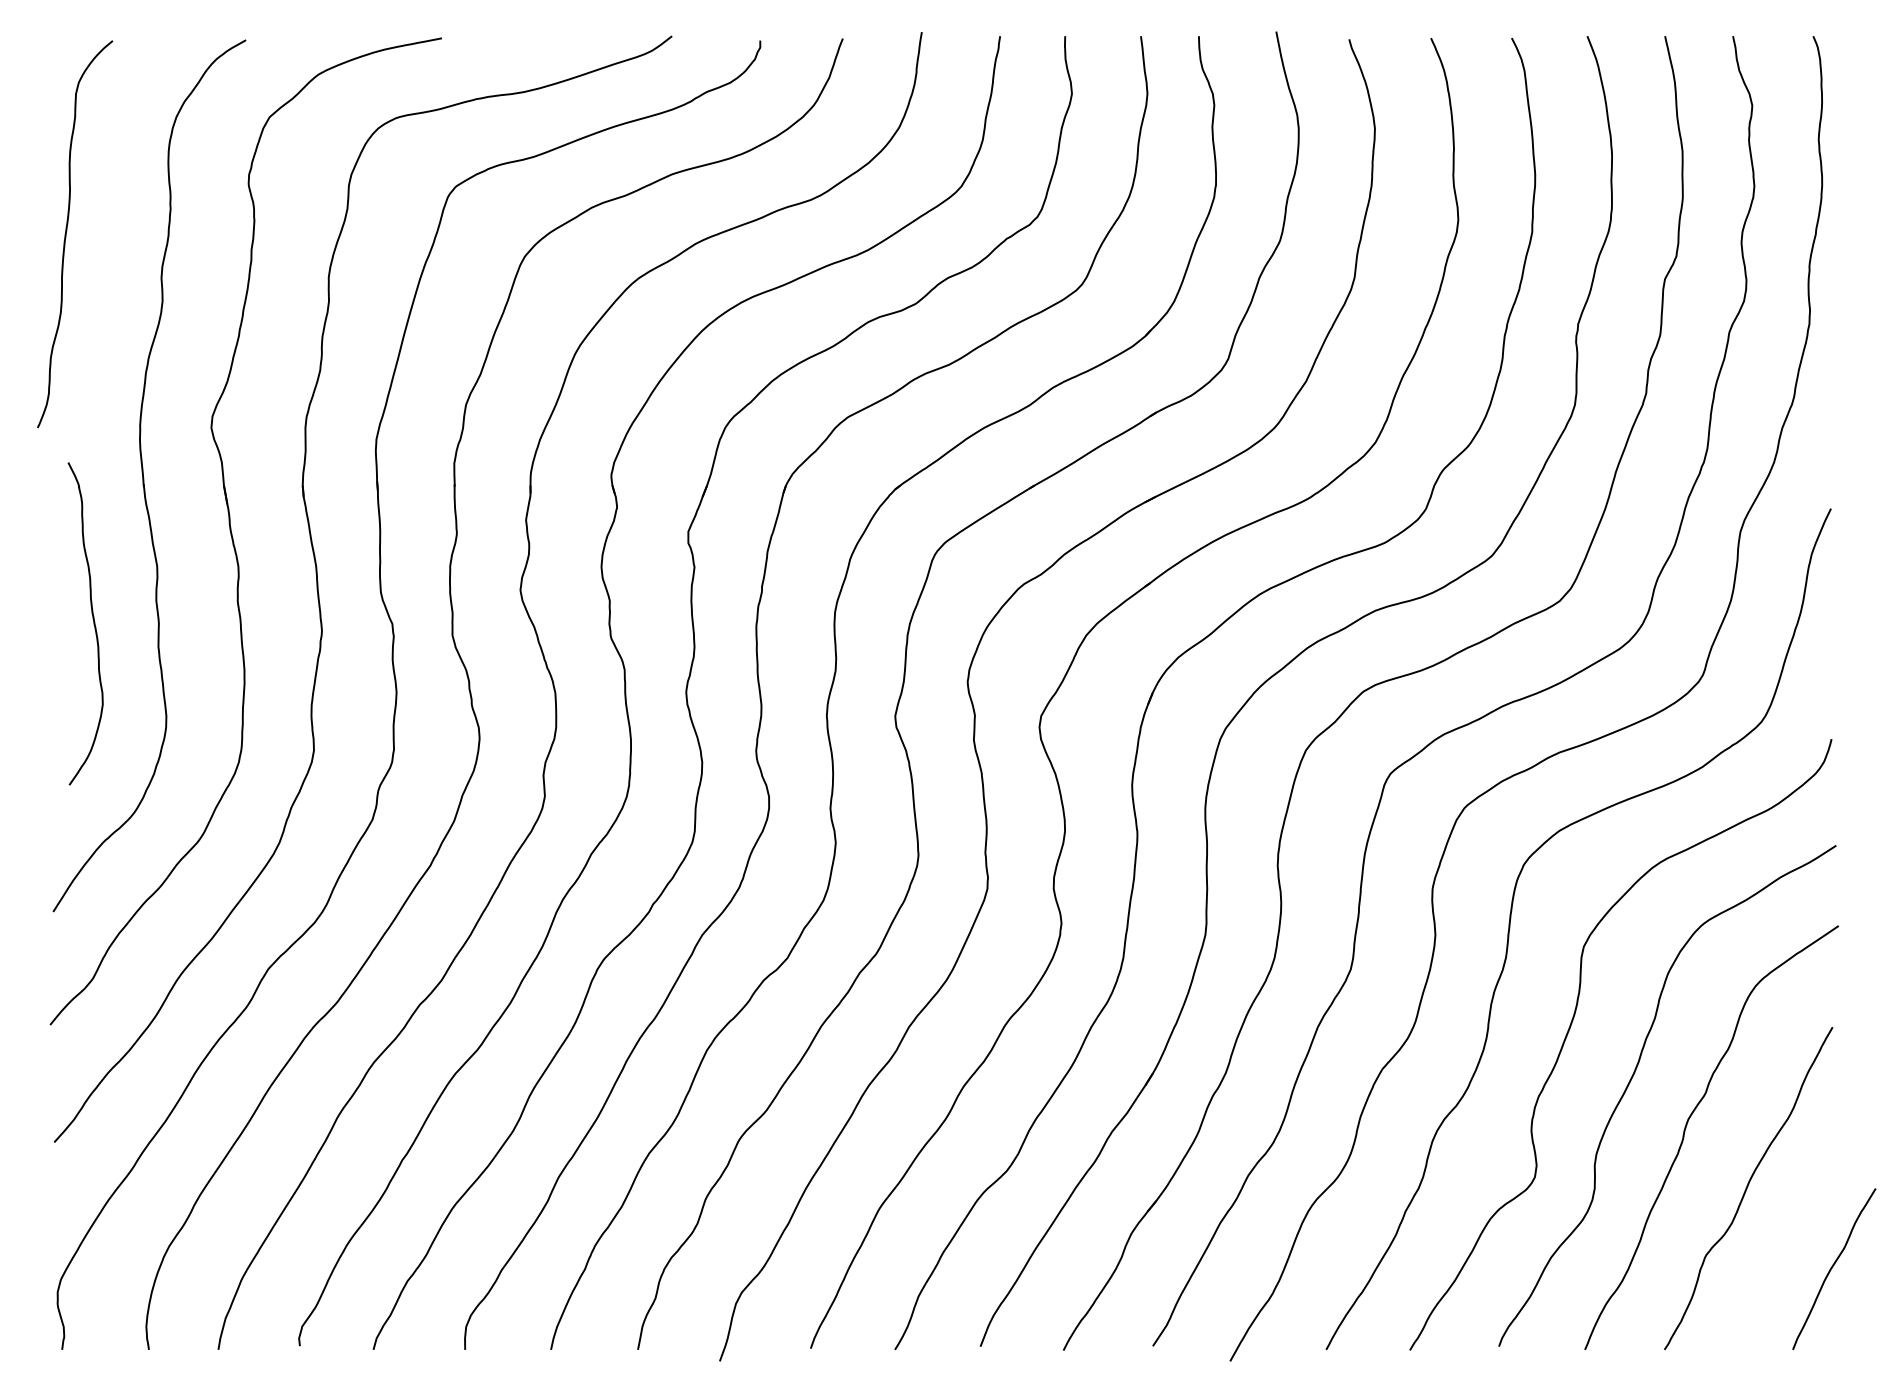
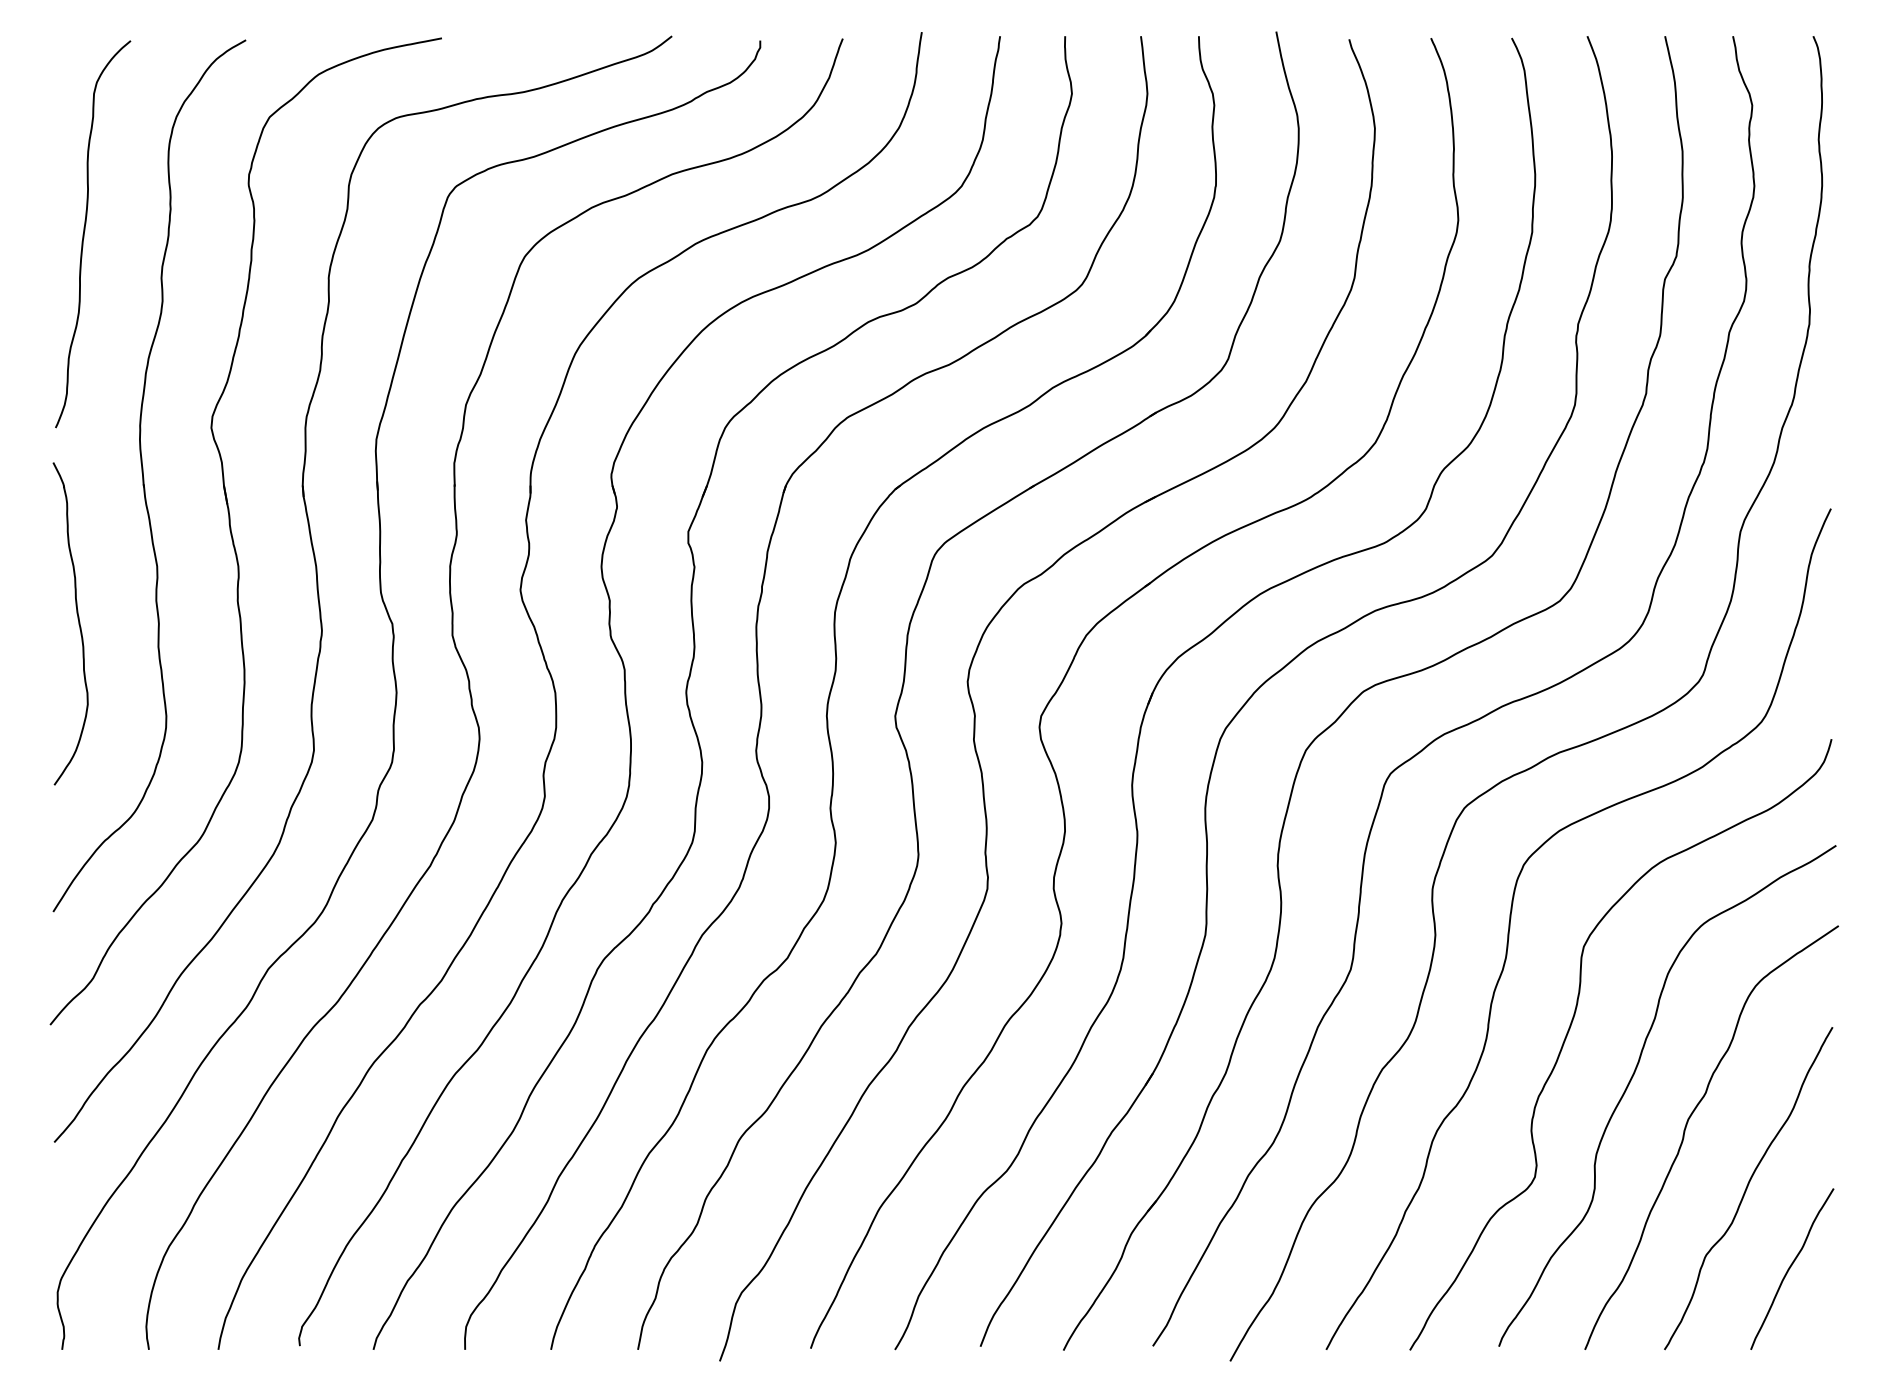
curve at (67, 231) position: (67, 231) -> (85, 231)
part at (93, 623) position: (93, 623) -> (78, 623)
curve at (1832, 1268) position: (1832, 1268) -> (1790, 1268)
